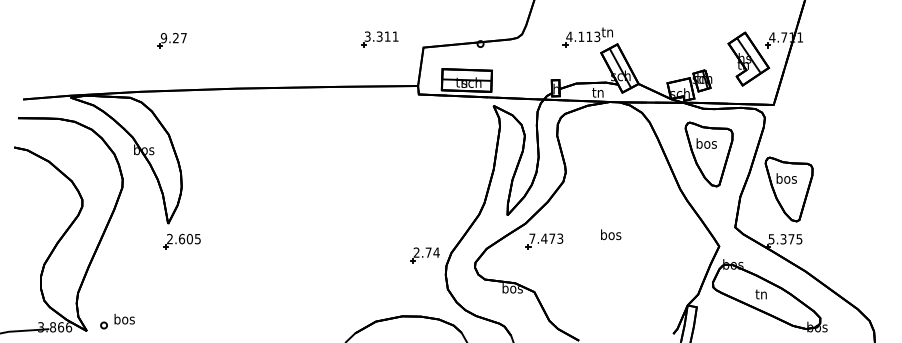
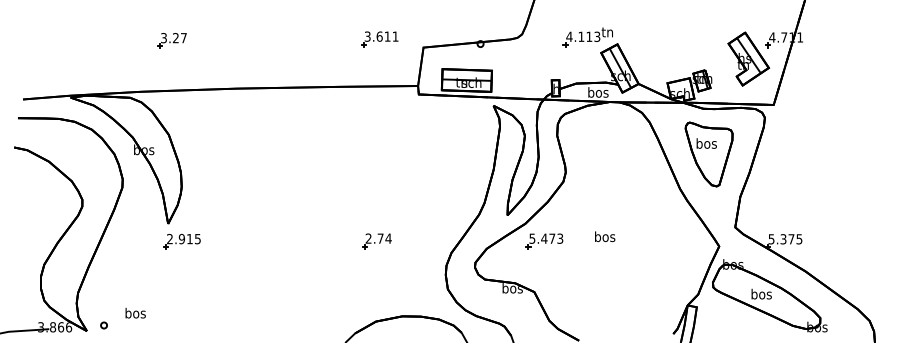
text at (379, 36): 3.311 -> 3.611
text at (163, 38): 9.27 -> 3.27
text at (598, 92): tn -> bos
part at (788, 189): present -> none
text at (611, 234) position: (611, 234) -> (605, 236)
text at (532, 238): 7.473 -> 5.473
text at (185, 239): 2.605 -> 2.915
part at (424, 255) position: (424, 255) -> (376, 241)
text at (761, 293): tn -> bos
text at (124, 318) position: (124, 318) -> (135, 312)
